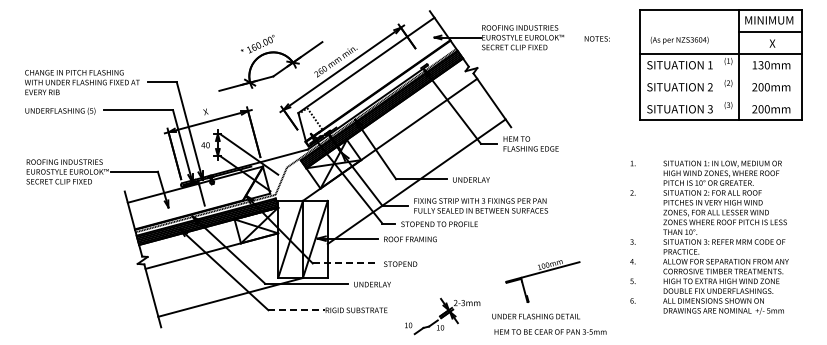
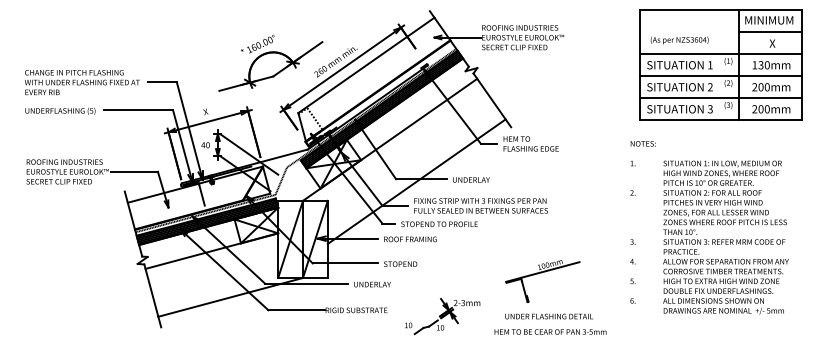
text at (596, 38) position: (596, 38) -> (642, 143)
line at (720, 76): none -> present
line at (720, 98): none -> present
line at (345, 263): dashed -> solid
line at (297, 310): dashed -> solid
text at (535, 316) position: (535, 316) -> (548, 316)
